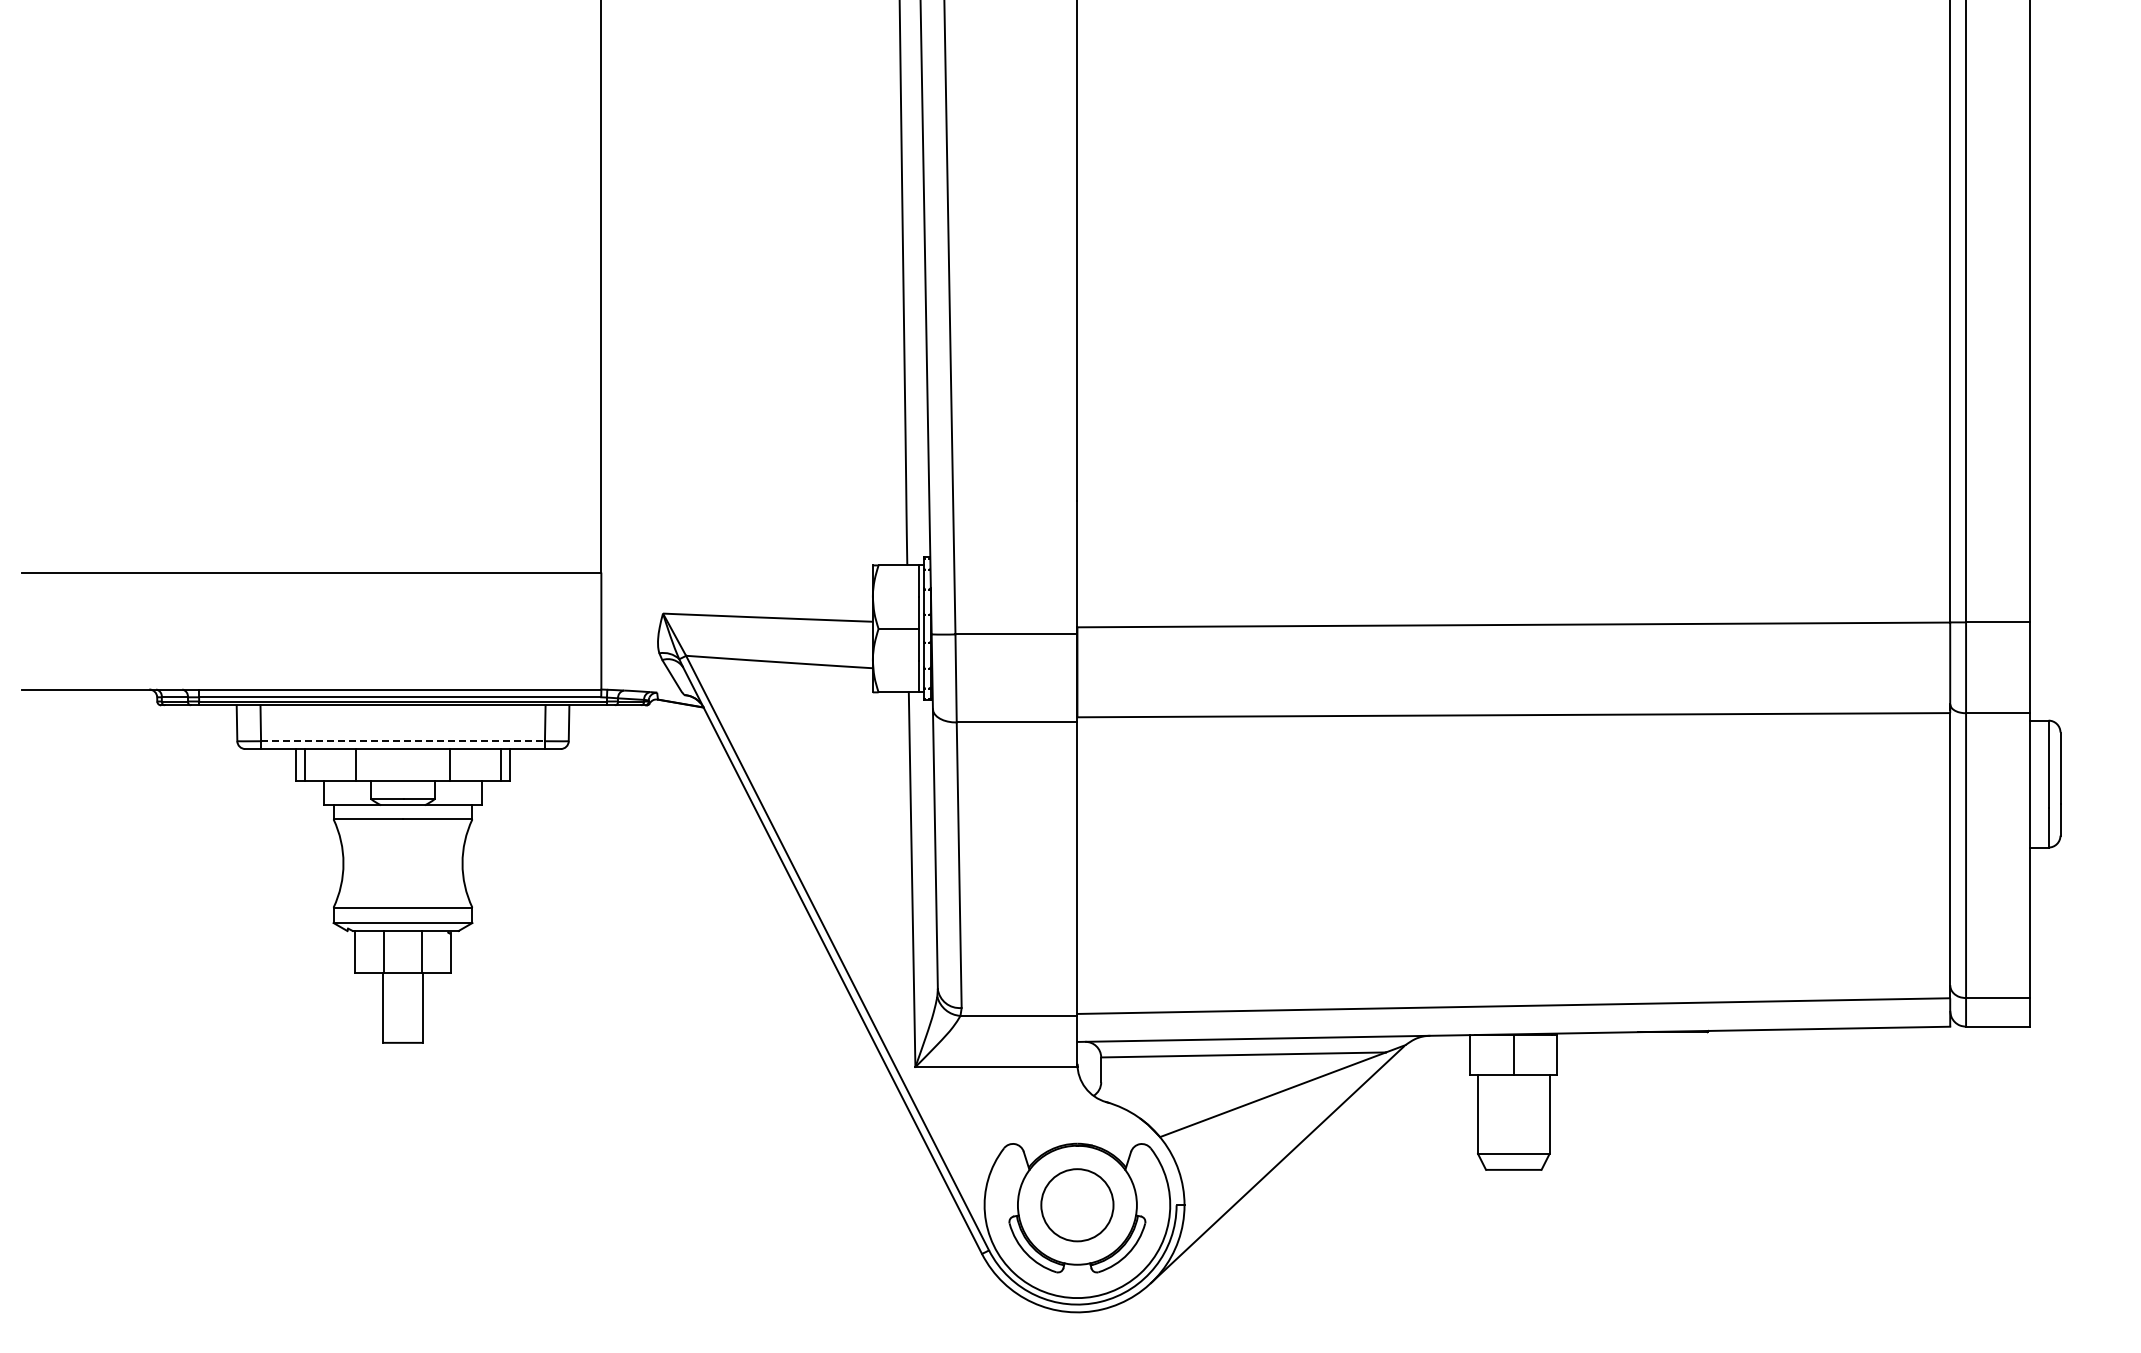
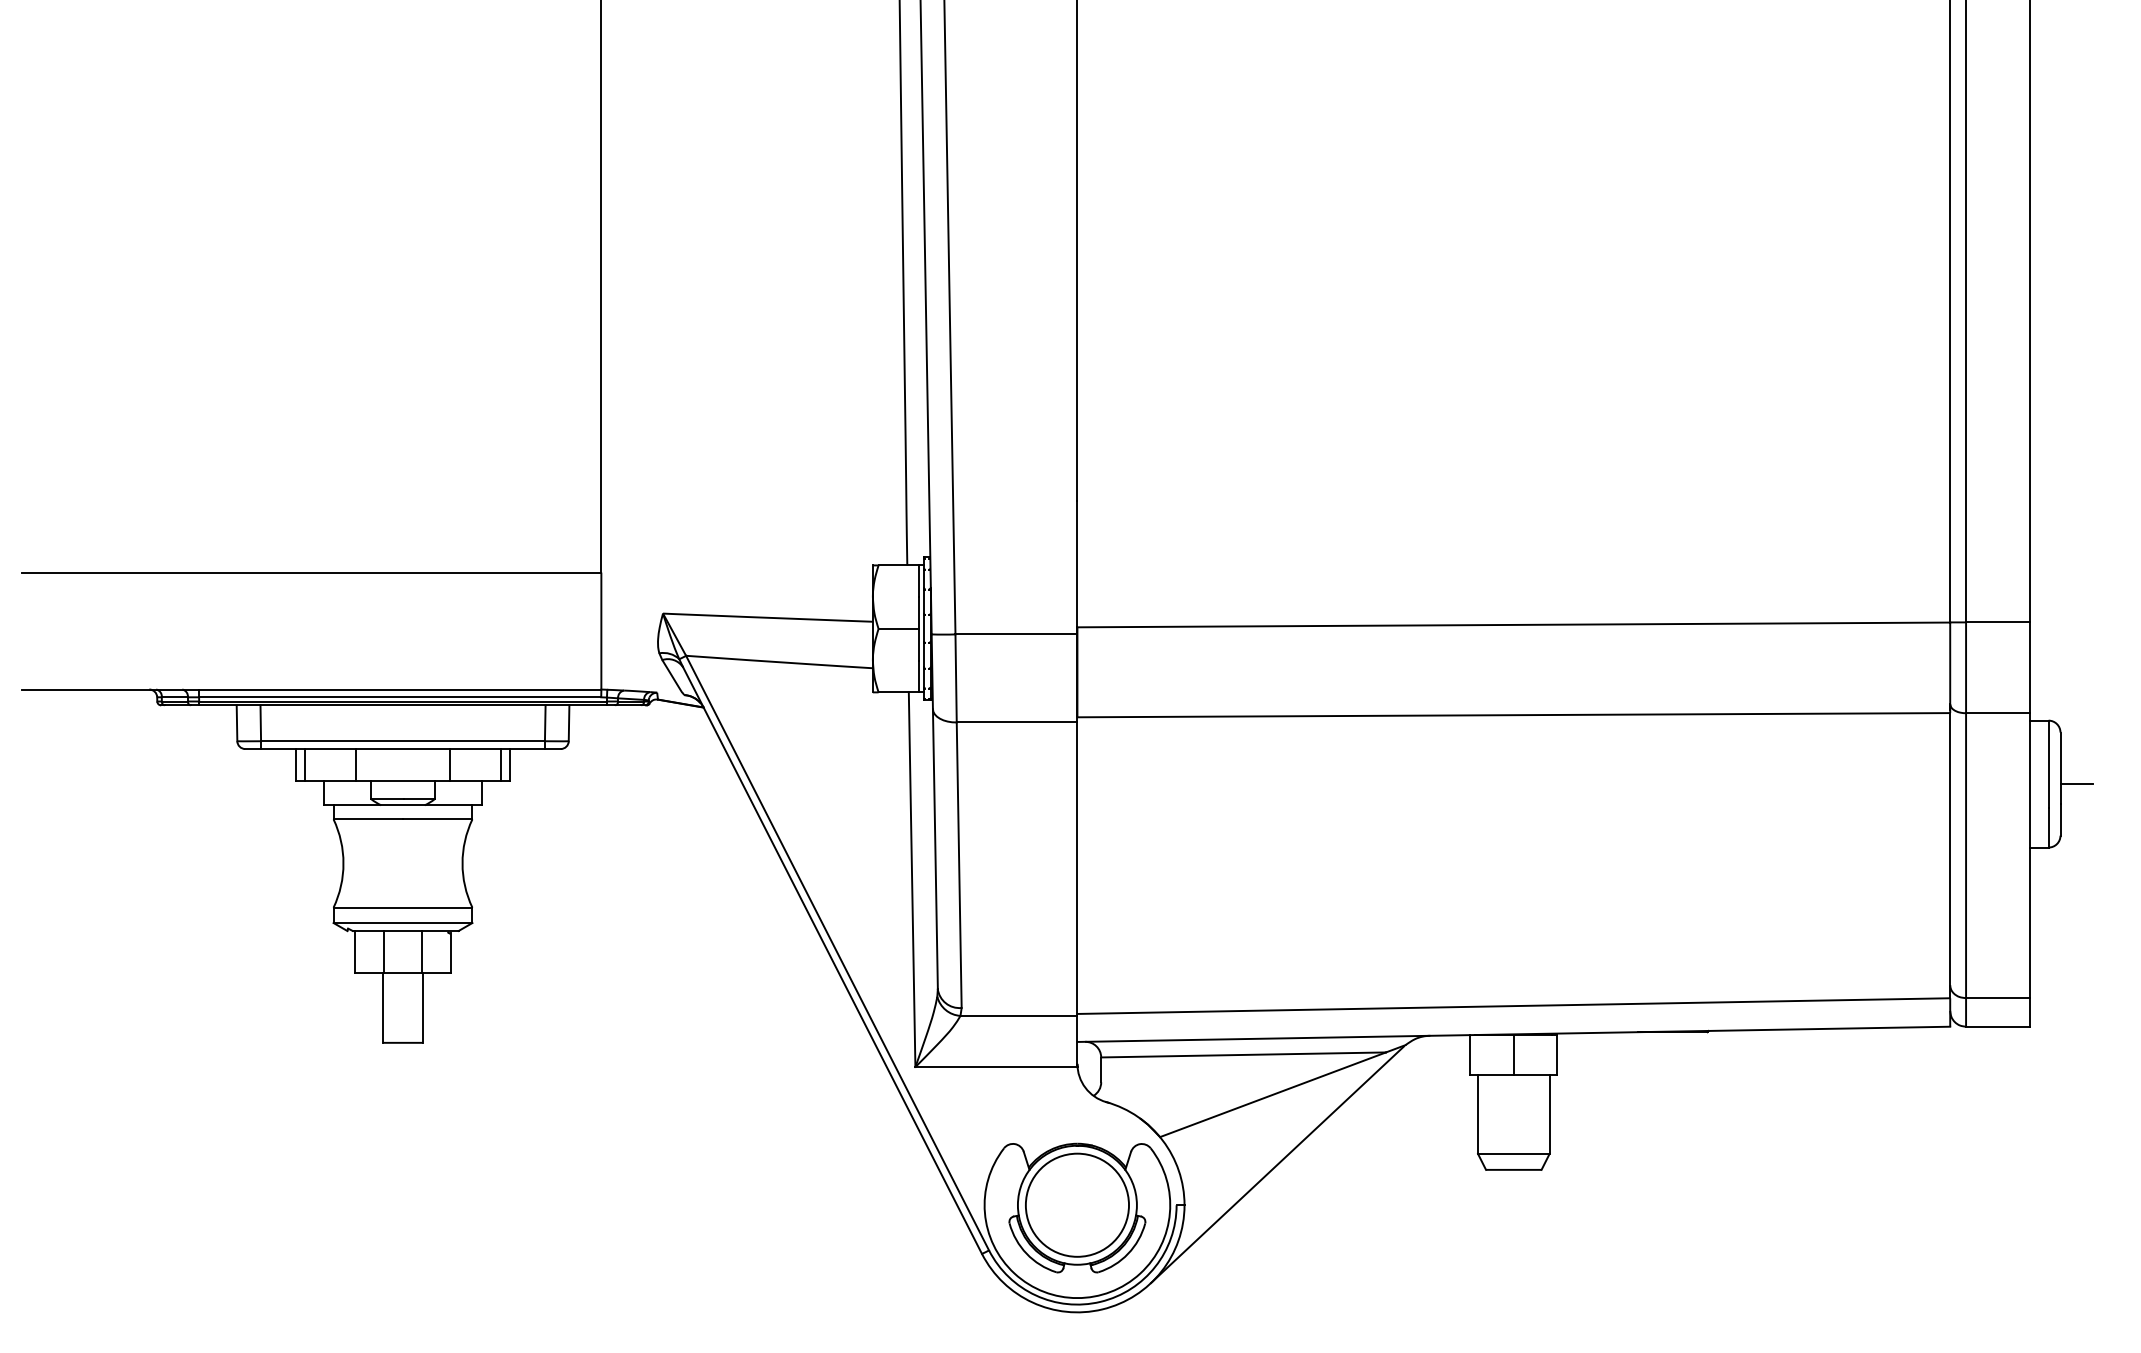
line at (403, 741): dashed -> solid
line at (2076, 783): none -> present
circle at (1077, 1205) diameter: 72 px -> 103 px
